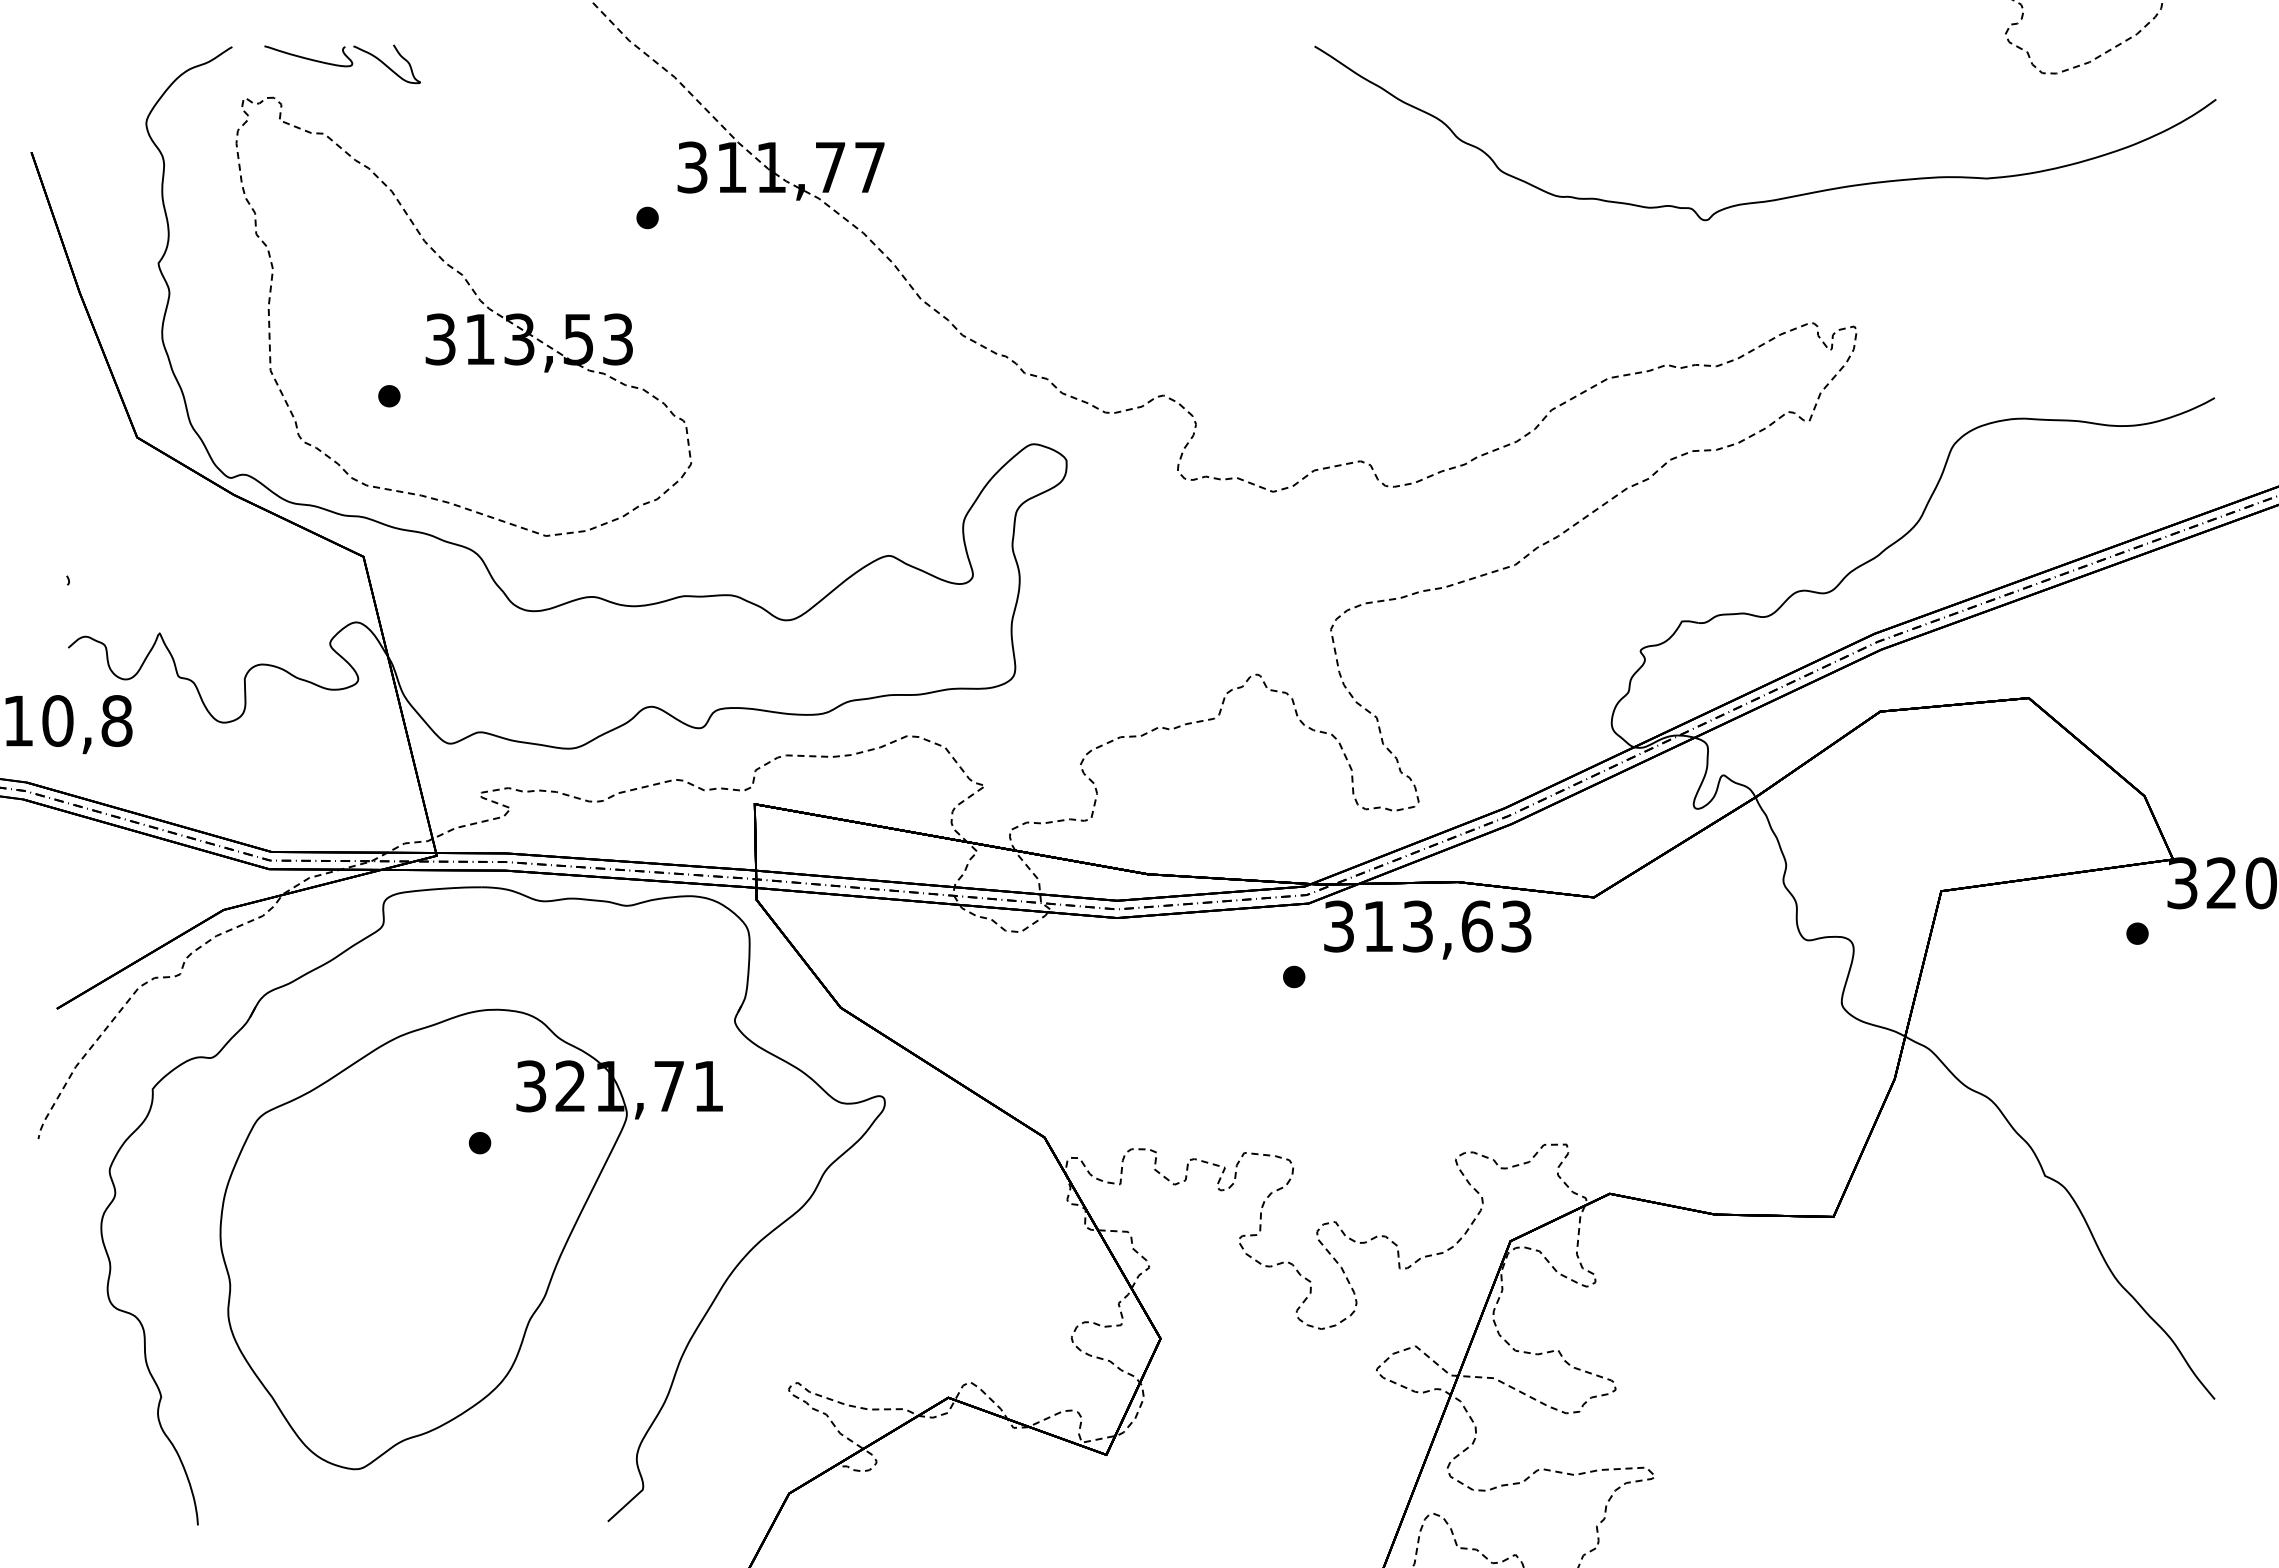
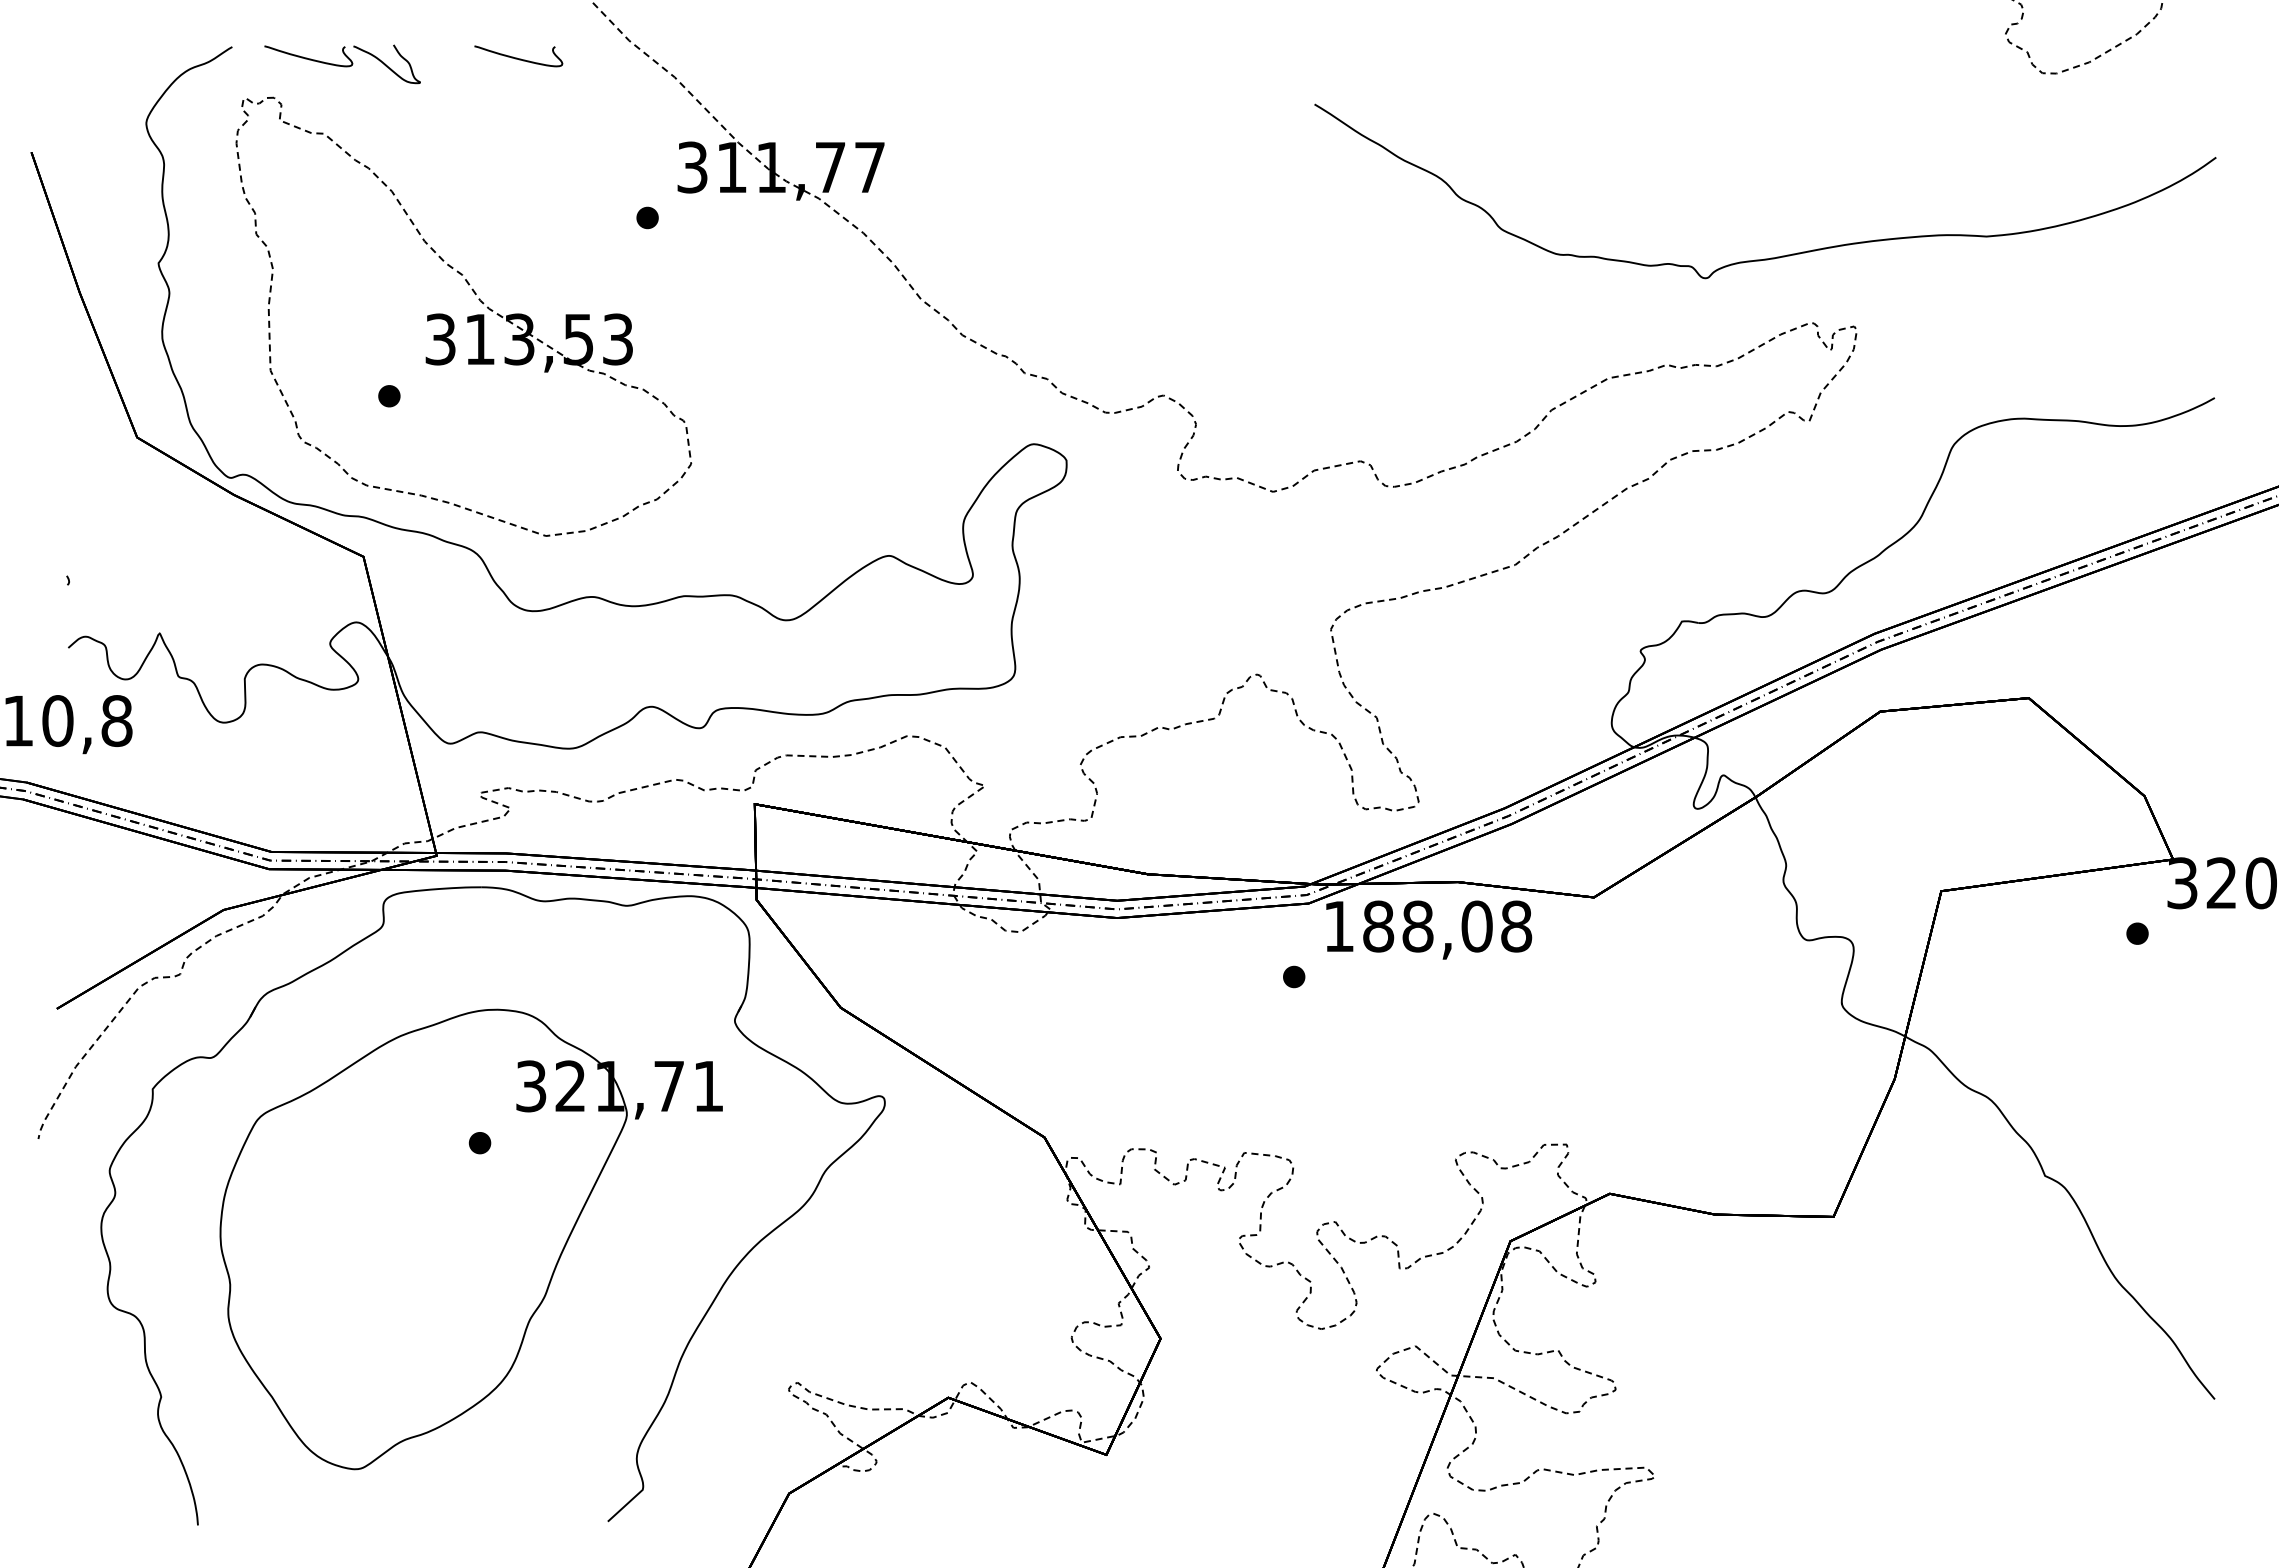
curve at (517, 57): none -> present
curve at (1777, 198) position: (1777, 198) -> (1777, 256)
text at (1428, 926): 313,63 -> 188,08
